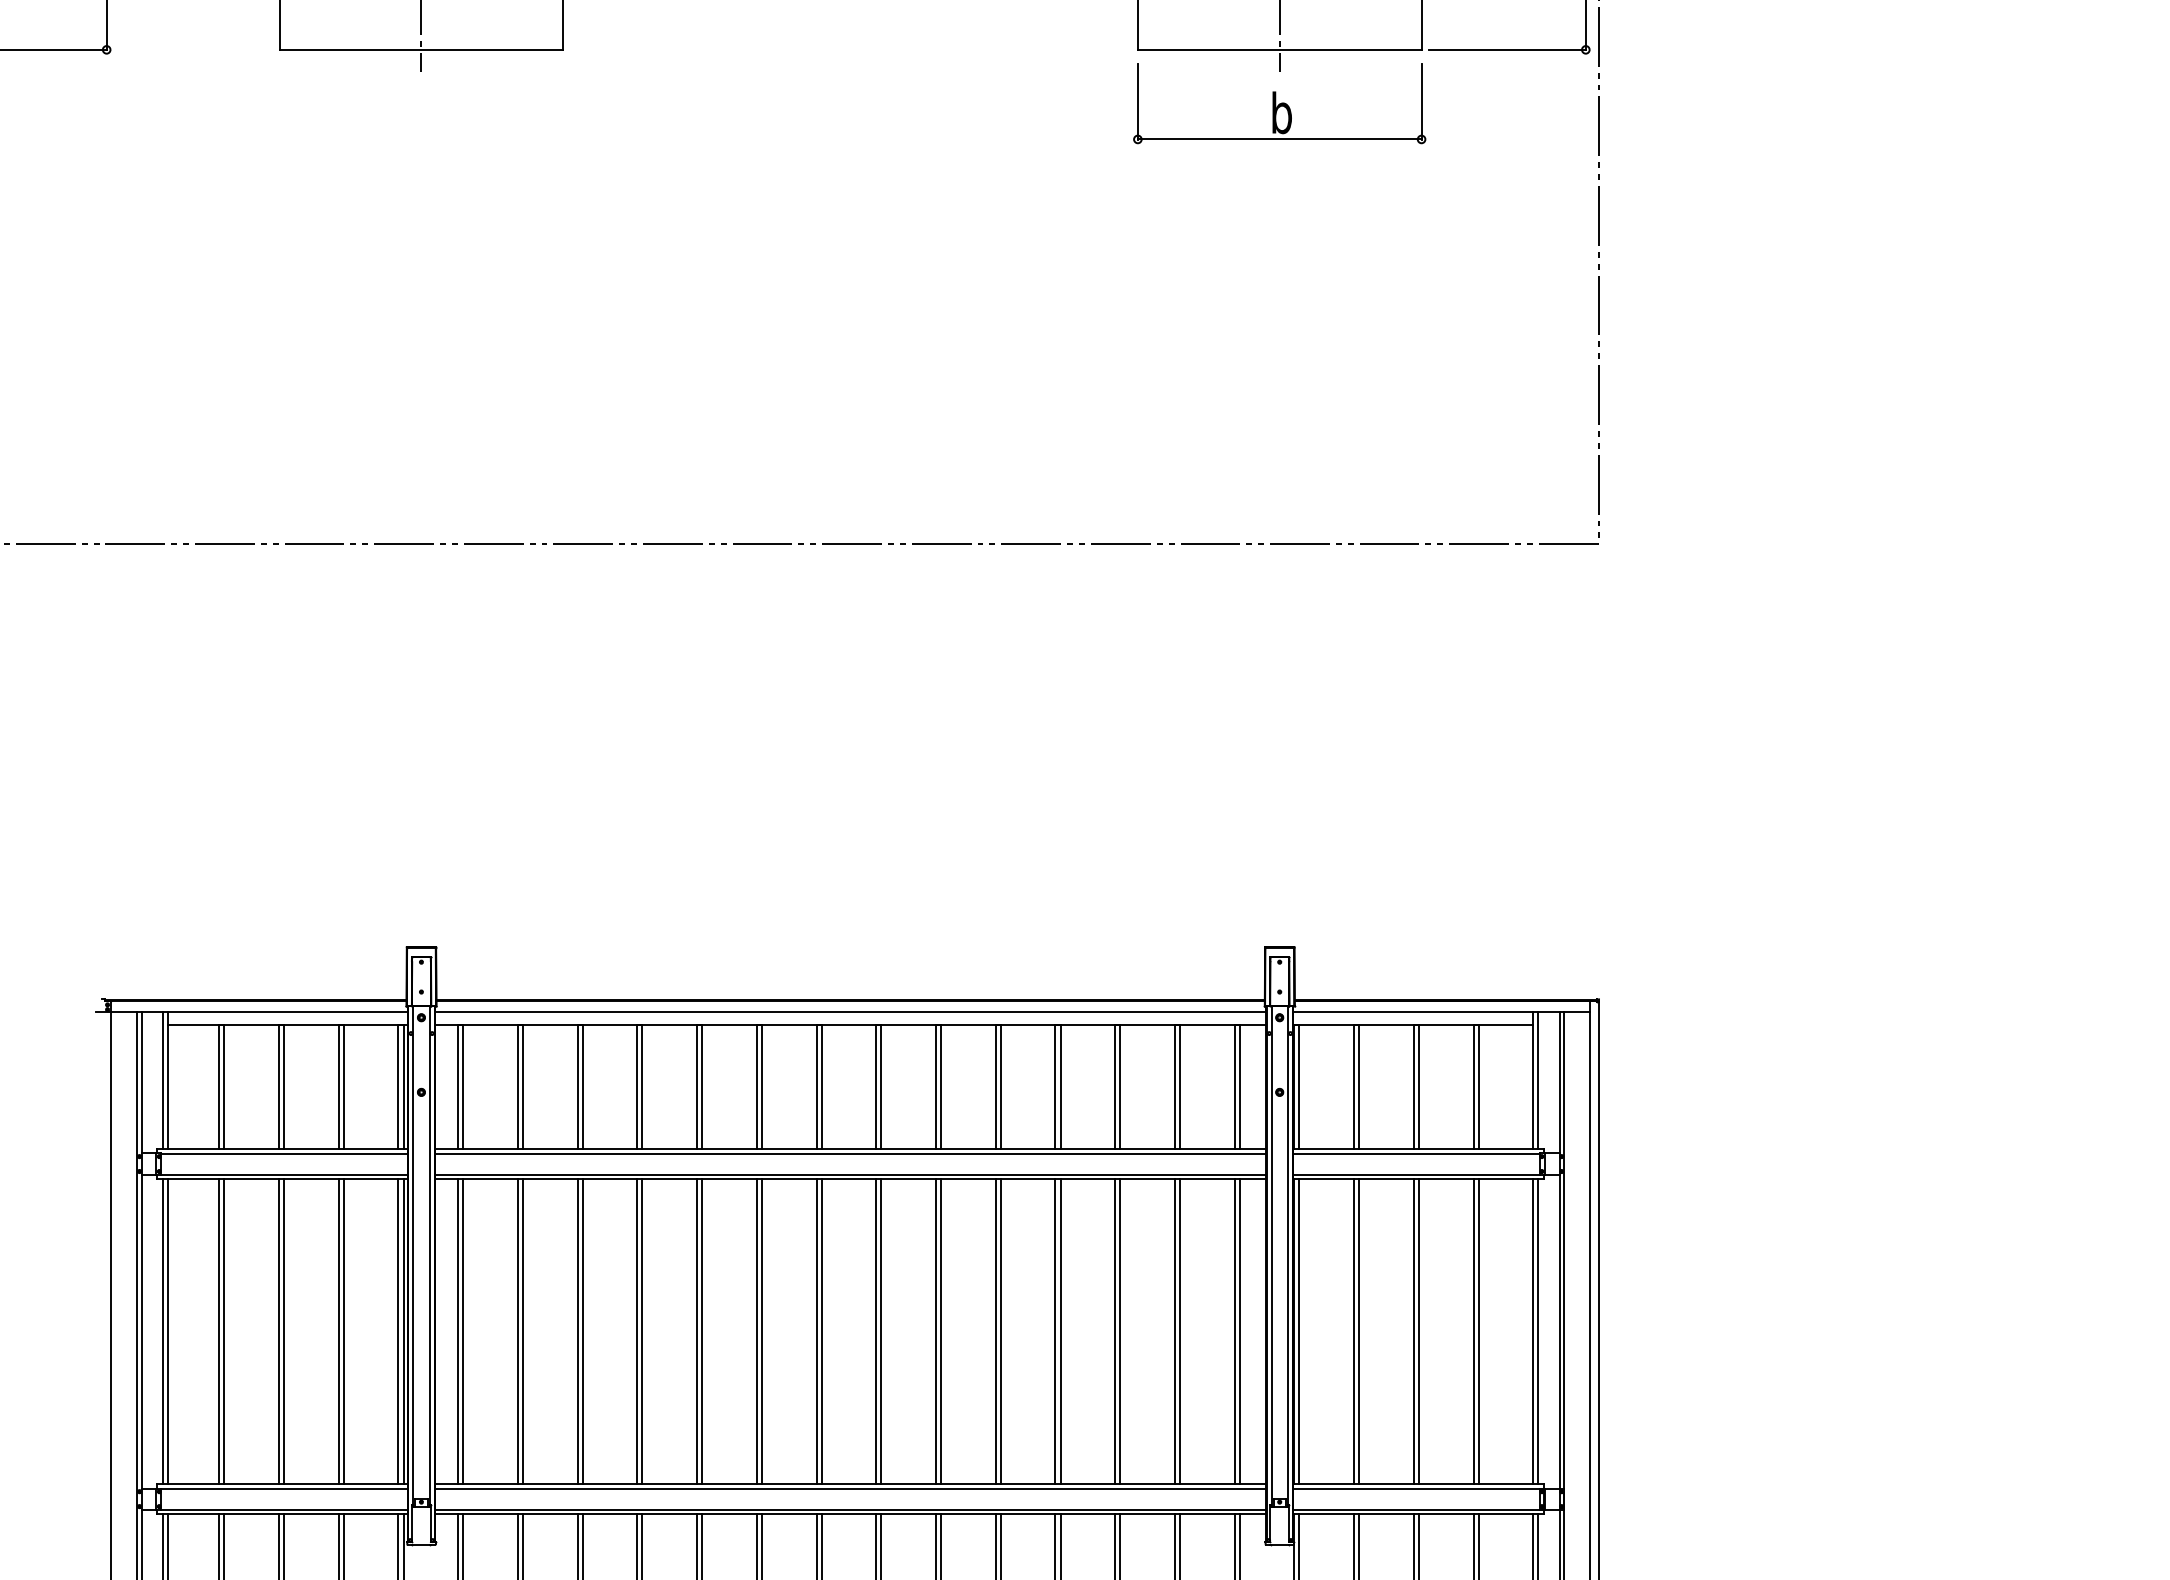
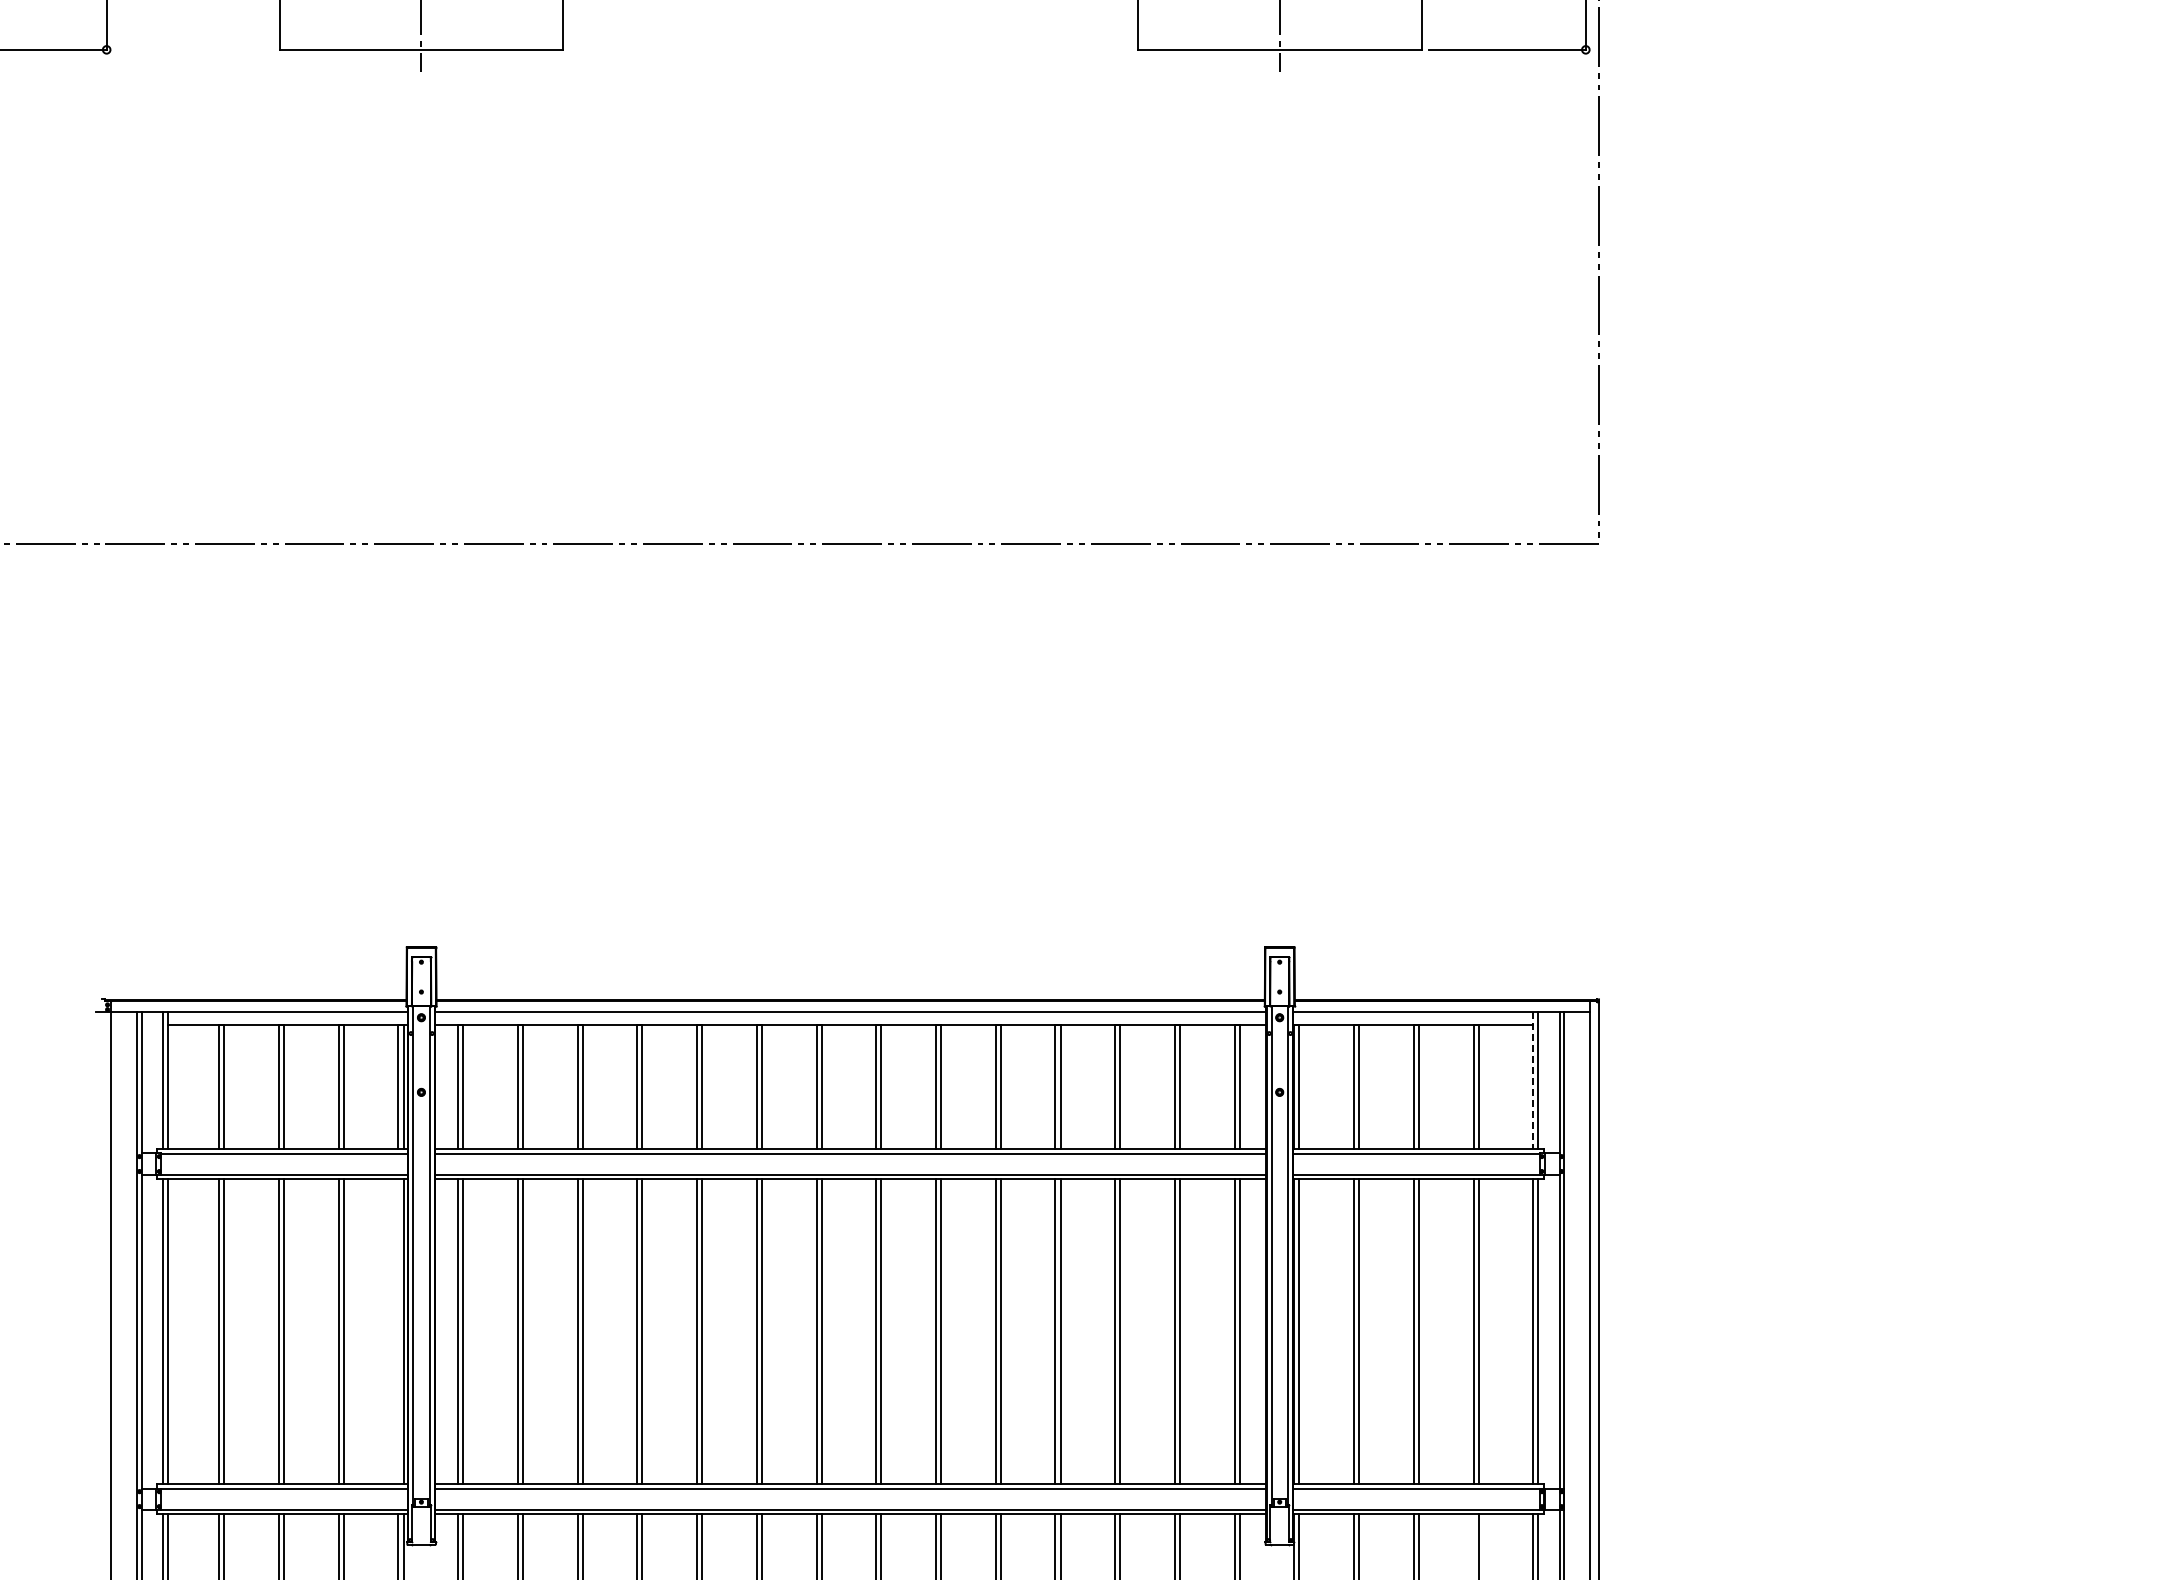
part at (1279, 103): present -> none
line at (1533, 1080): solid -> dashed
line at (398, 1331): present -> none
line at (1473, 1545): present -> none
